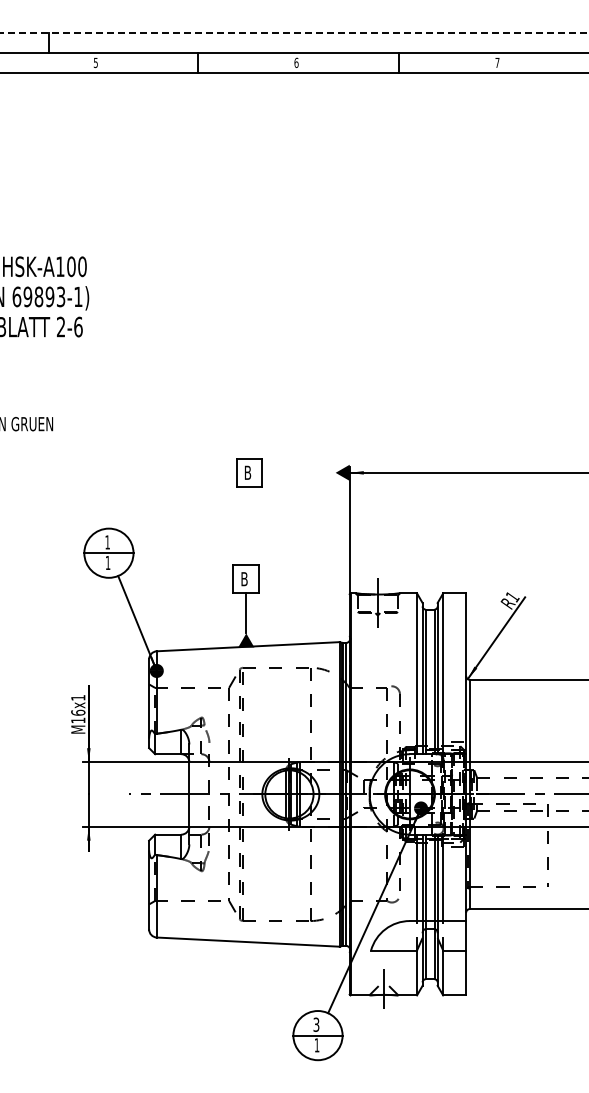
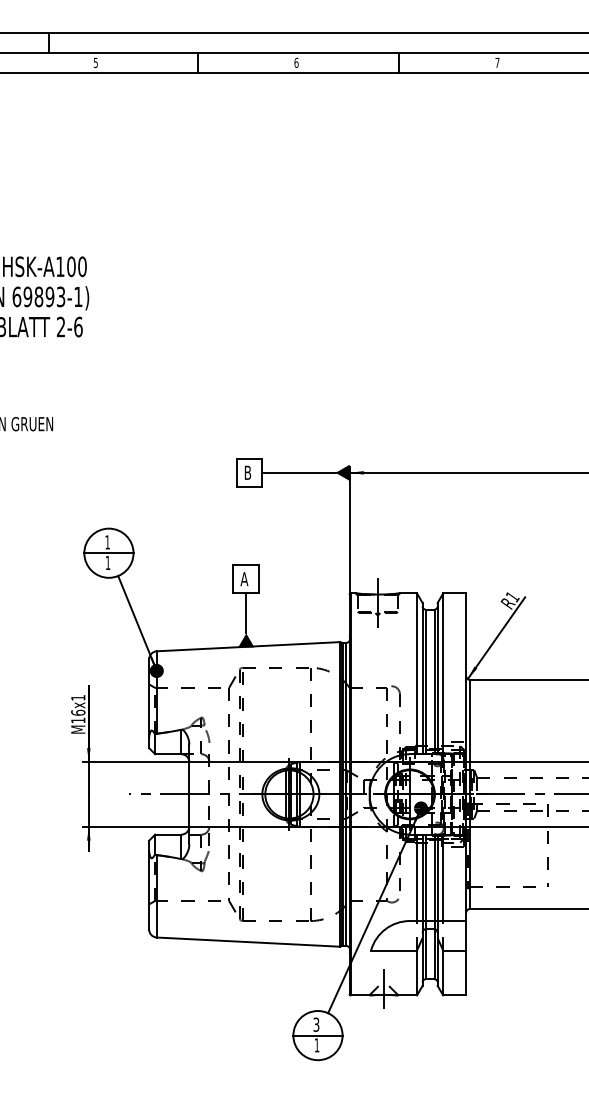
line at (294, 32): dashed -> solid
line at (298, 472): none -> present
text at (244, 579): B -> A
